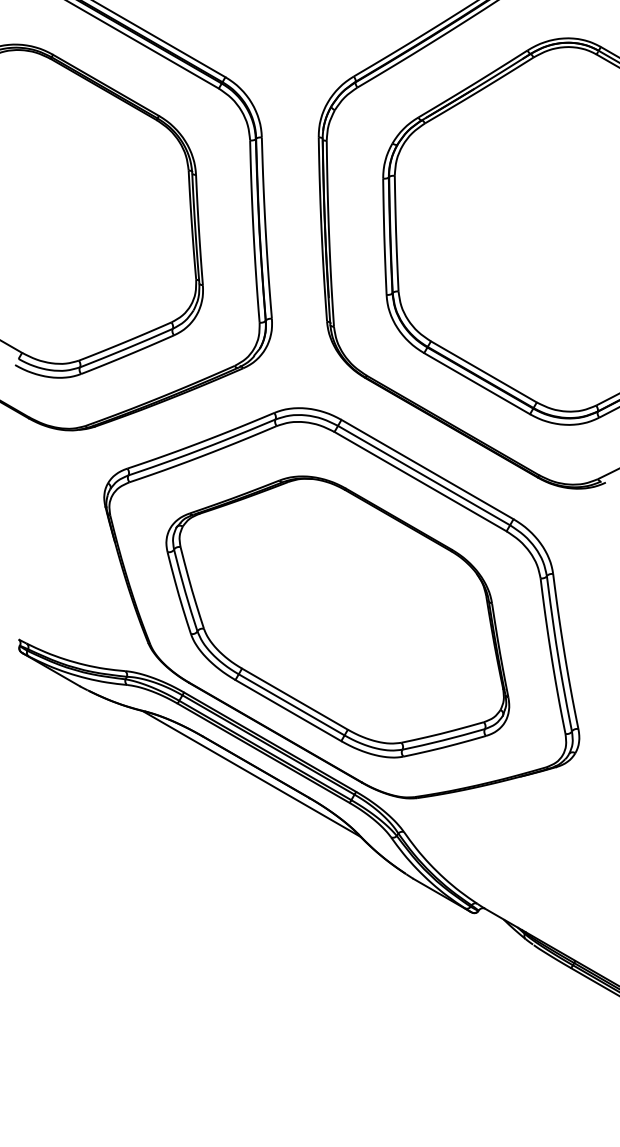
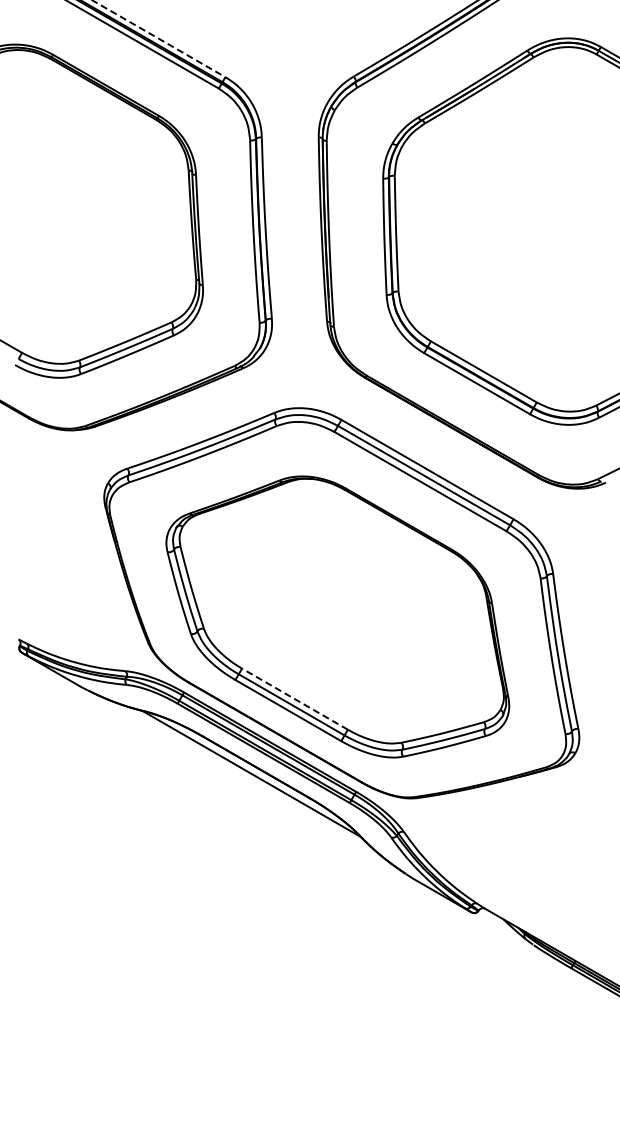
line at (158, 38): solid -> dashed
line at (294, 698): solid -> dashed
